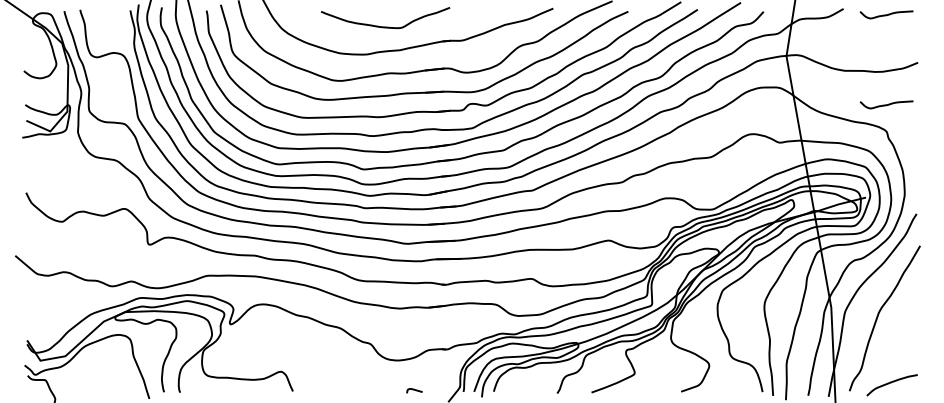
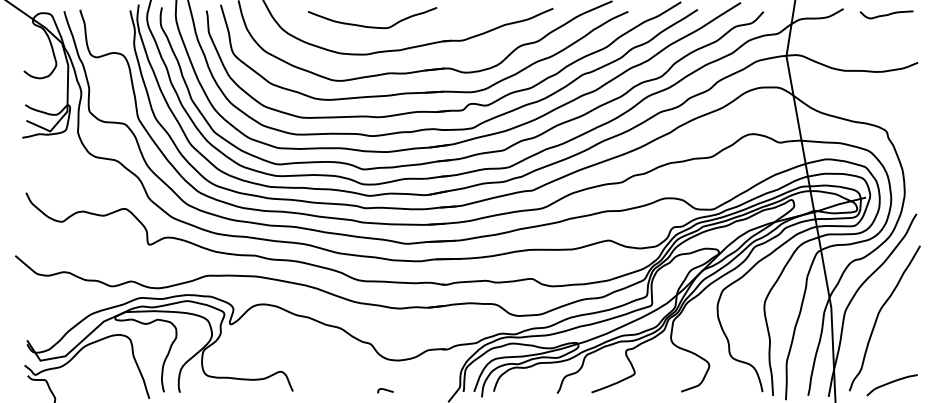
curve at (385, 26) position: (385, 26) -> (372, 26)
curve at (886, 104): present -> none
curve at (414, 390) position: (414, 390) -> (385, 390)
